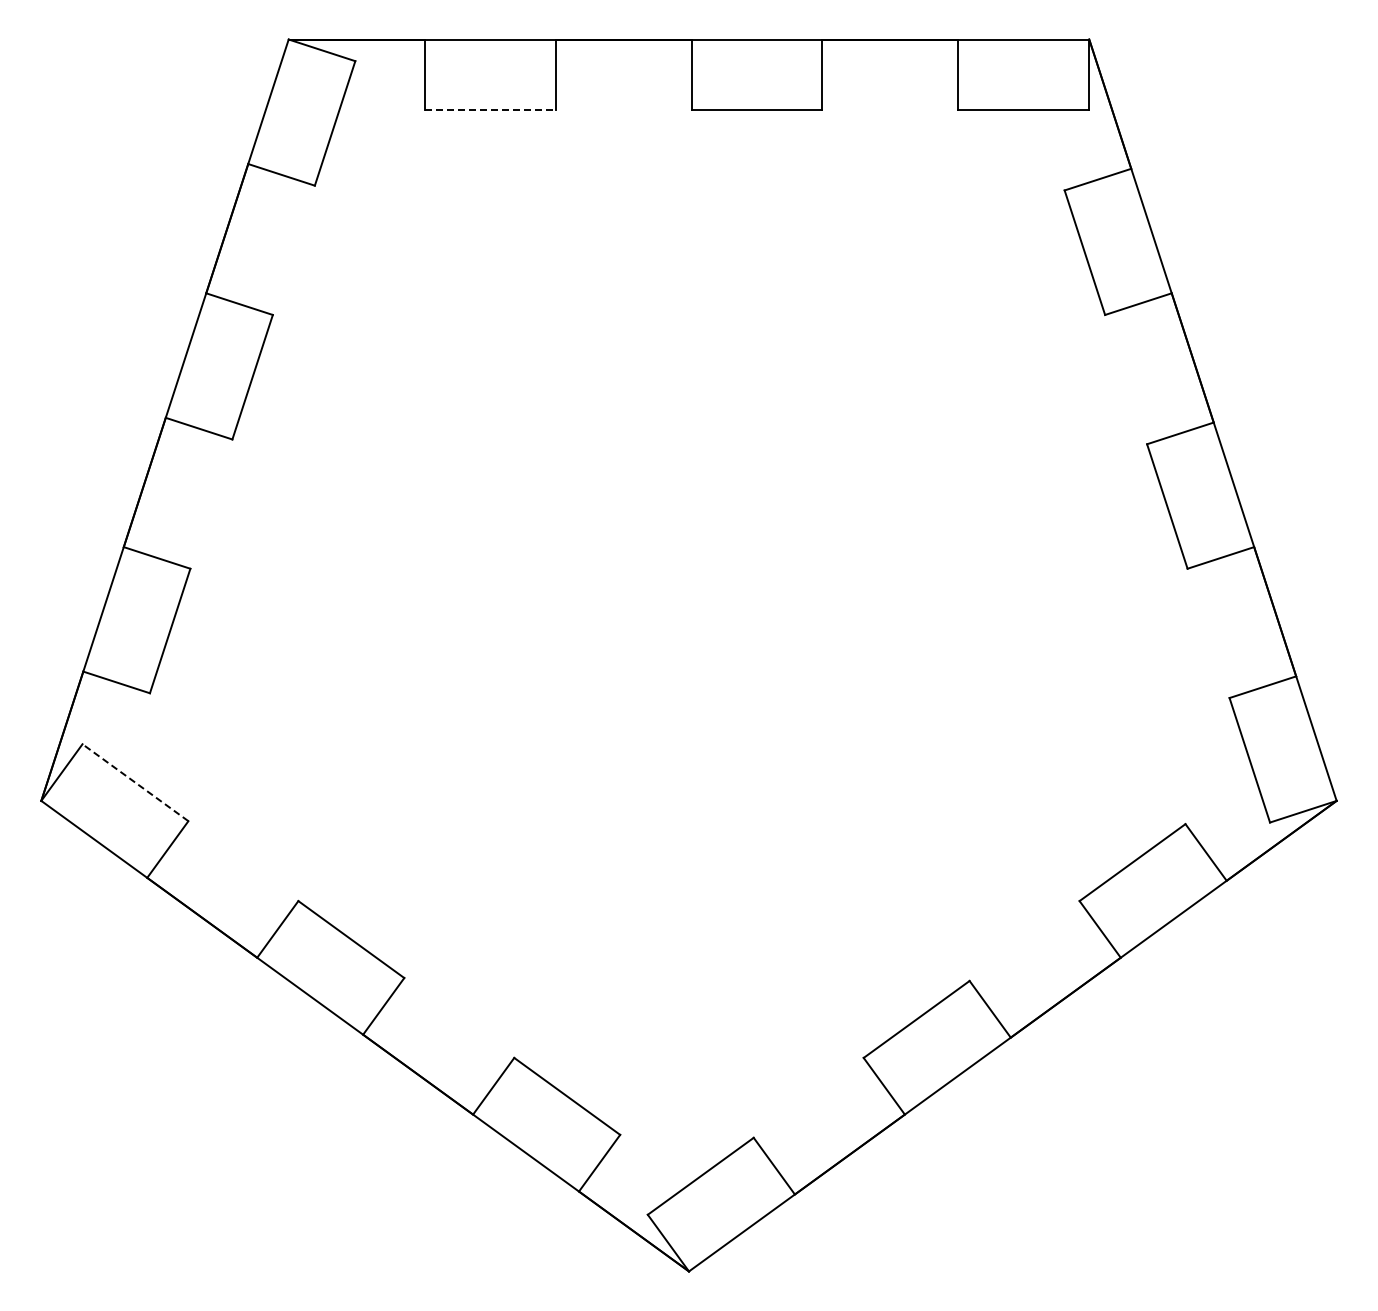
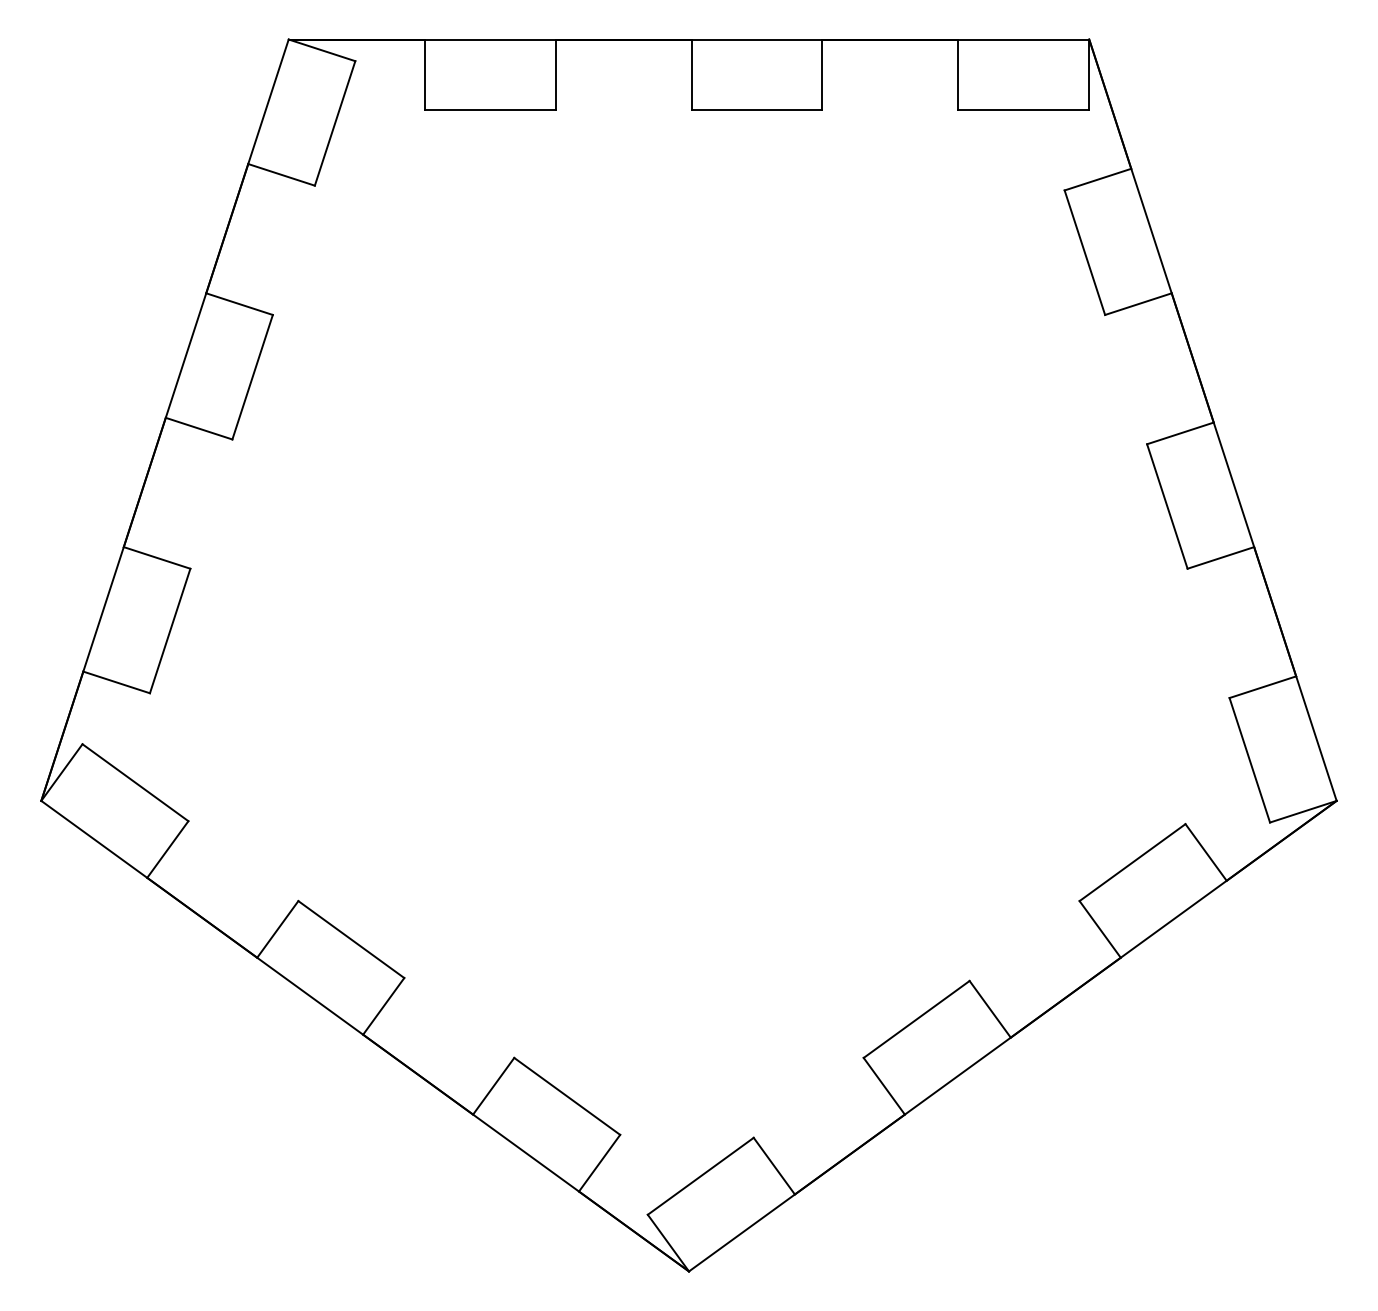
line at (490, 109): dashed -> solid
line at (135, 782): dashed -> solid
